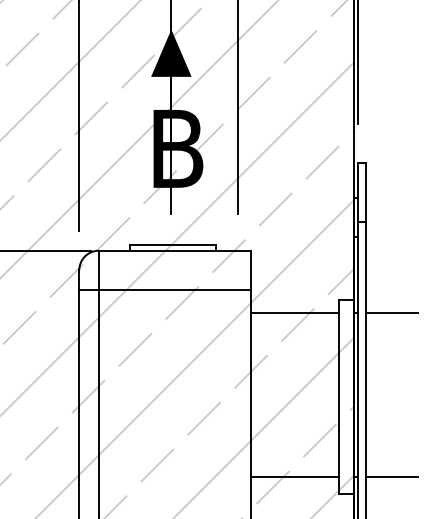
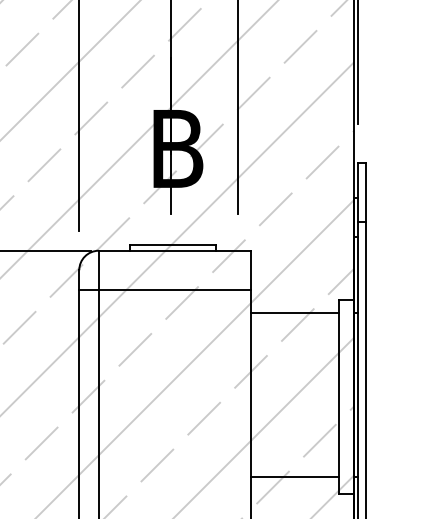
fill at (171, 52): present -> none
line at (391, 313): present -> none
line at (391, 476): present -> none
